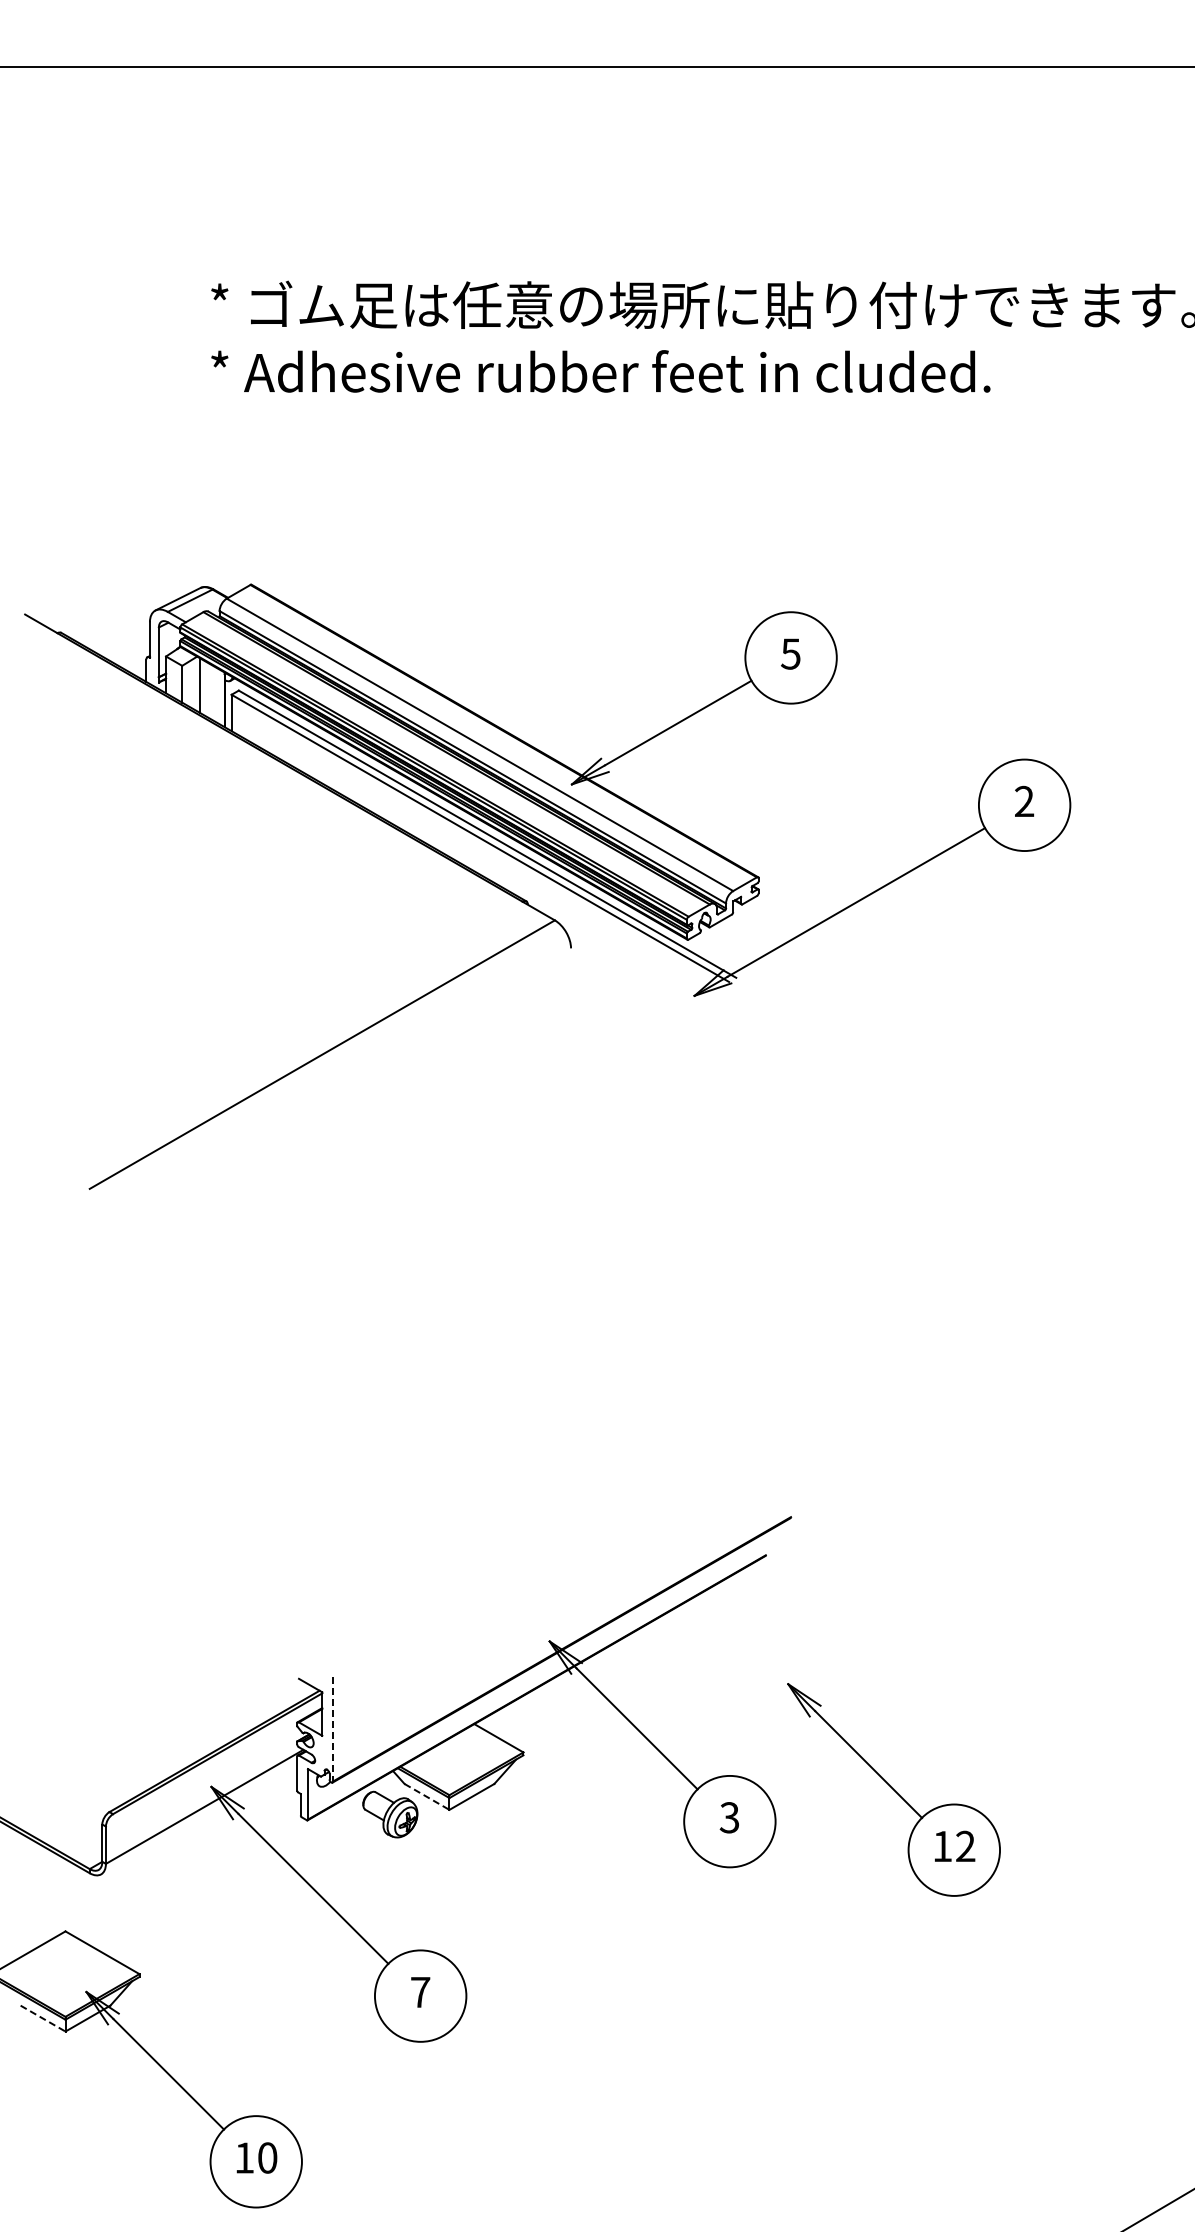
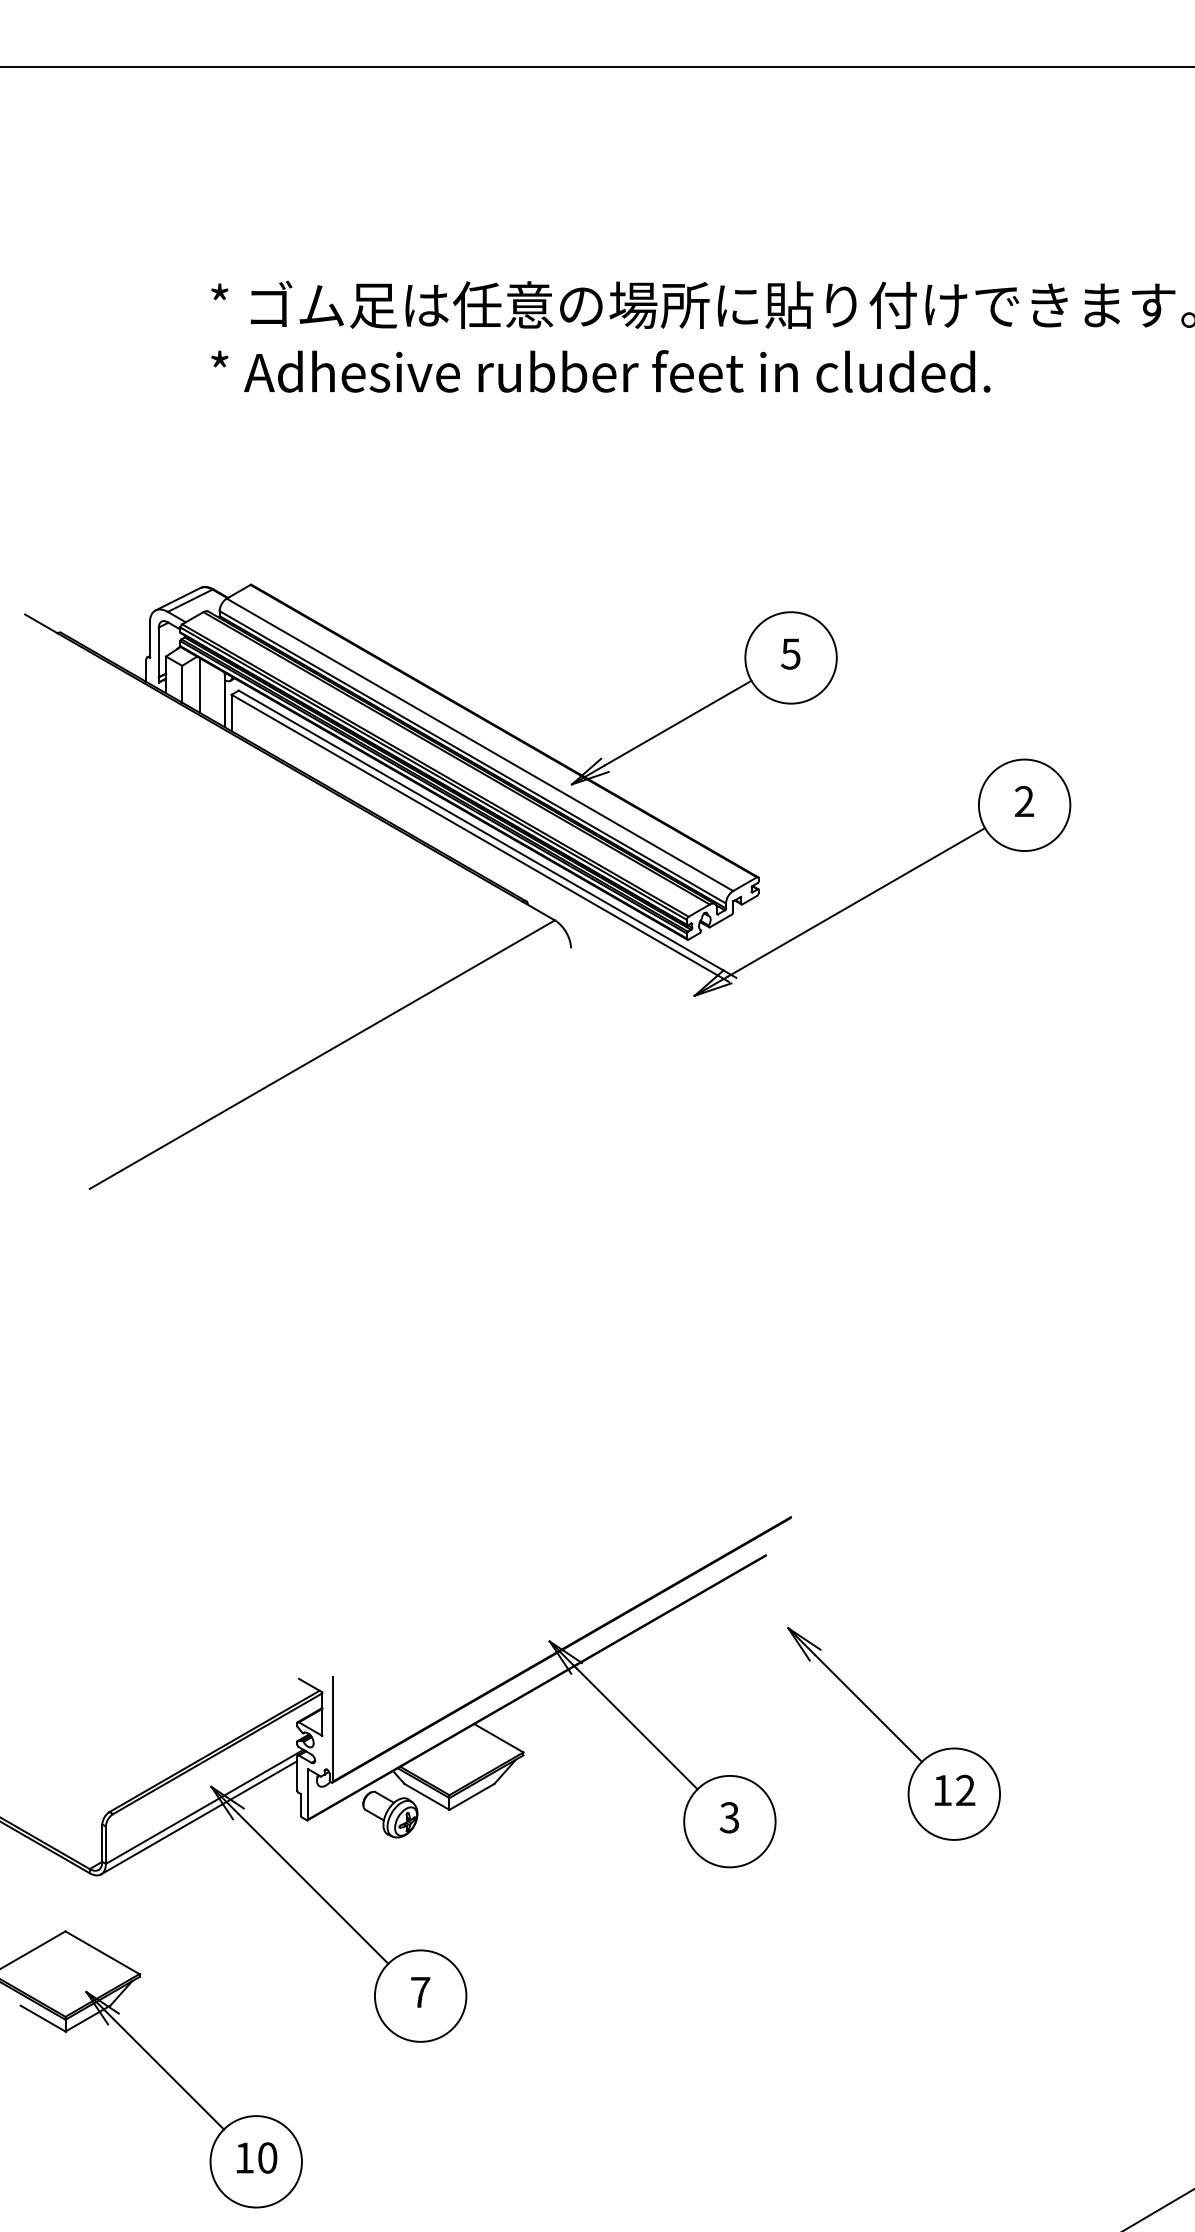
line at (333, 1729): dashed -> solid
part at (893, 1789) position: (893, 1789) -> (893, 1733)
line at (427, 1796): dashed -> solid
line at (199, 1817): none -> present
line at (43, 2018): dashed -> solid
